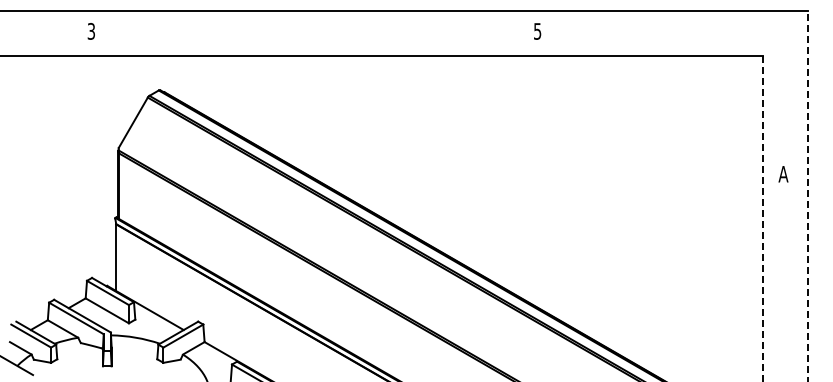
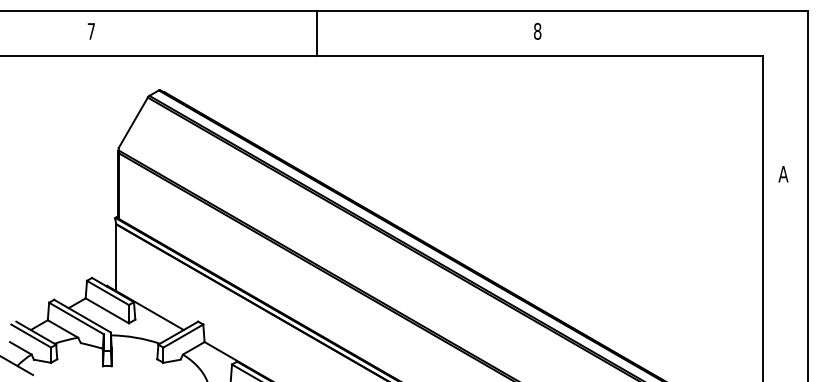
text at (90, 31): 3 -> 7
text at (537, 31): 5 -> 8
line at (317, 33): none -> present
line at (808, 196): dashed -> solid
line at (763, 218): dashed -> solid
